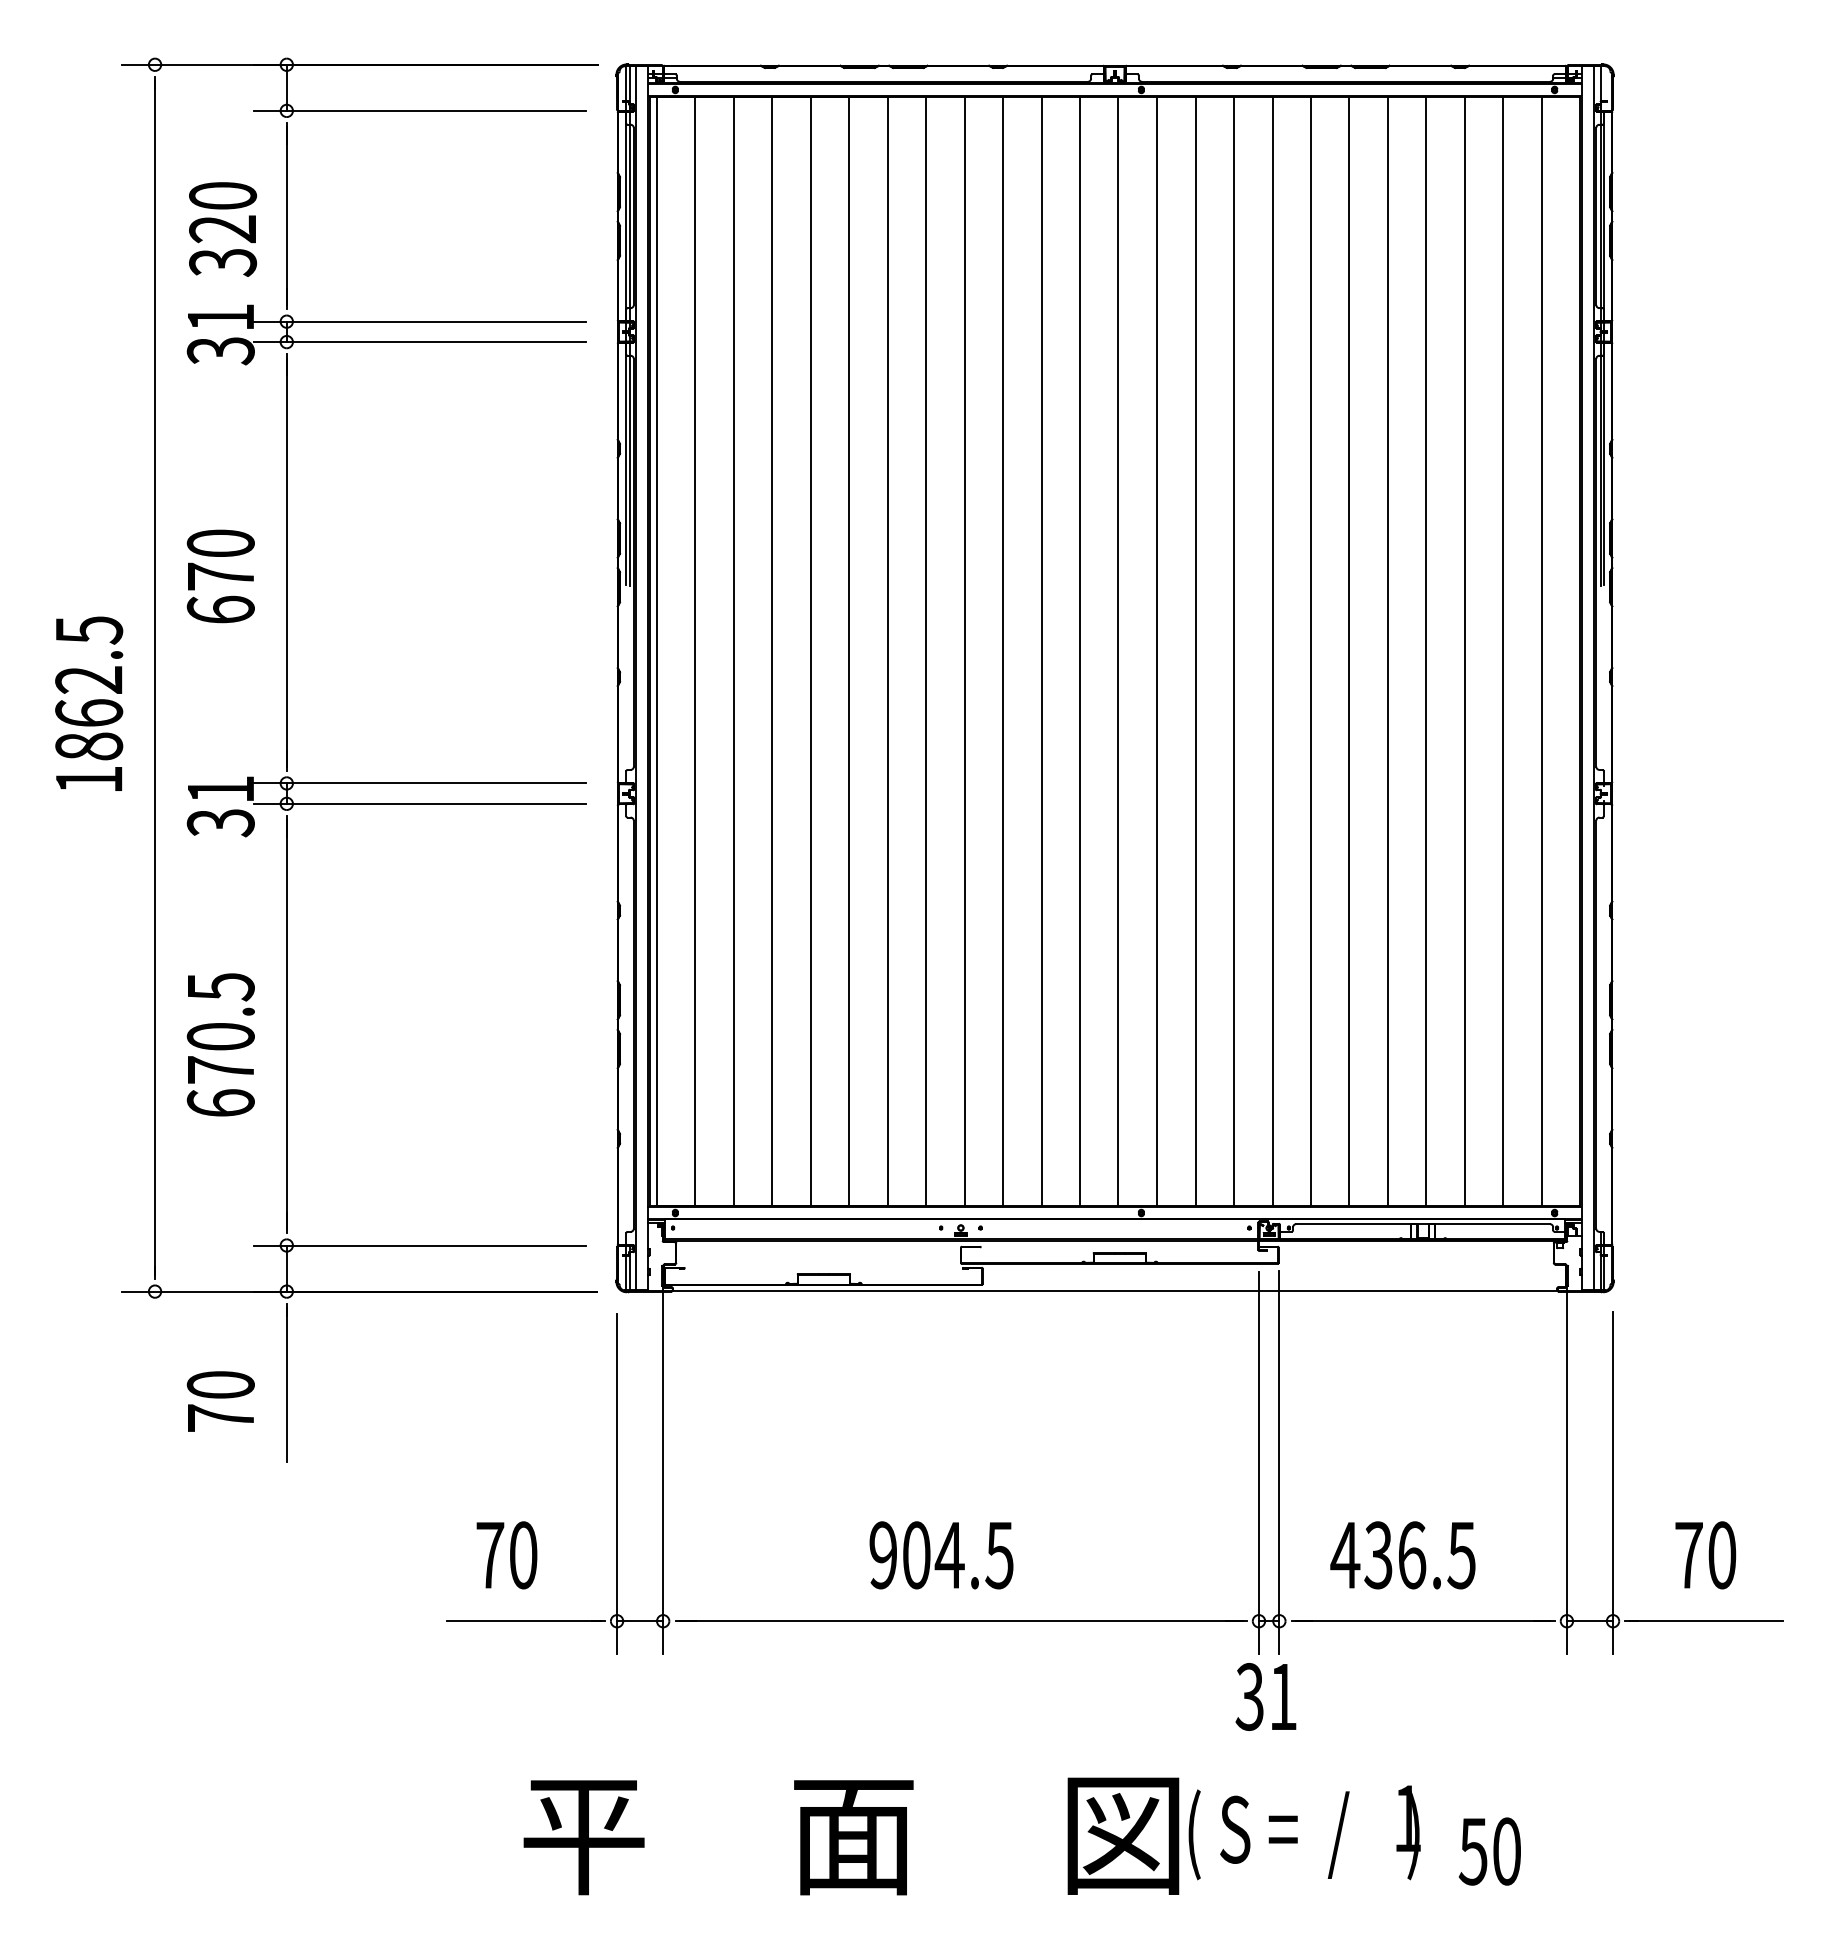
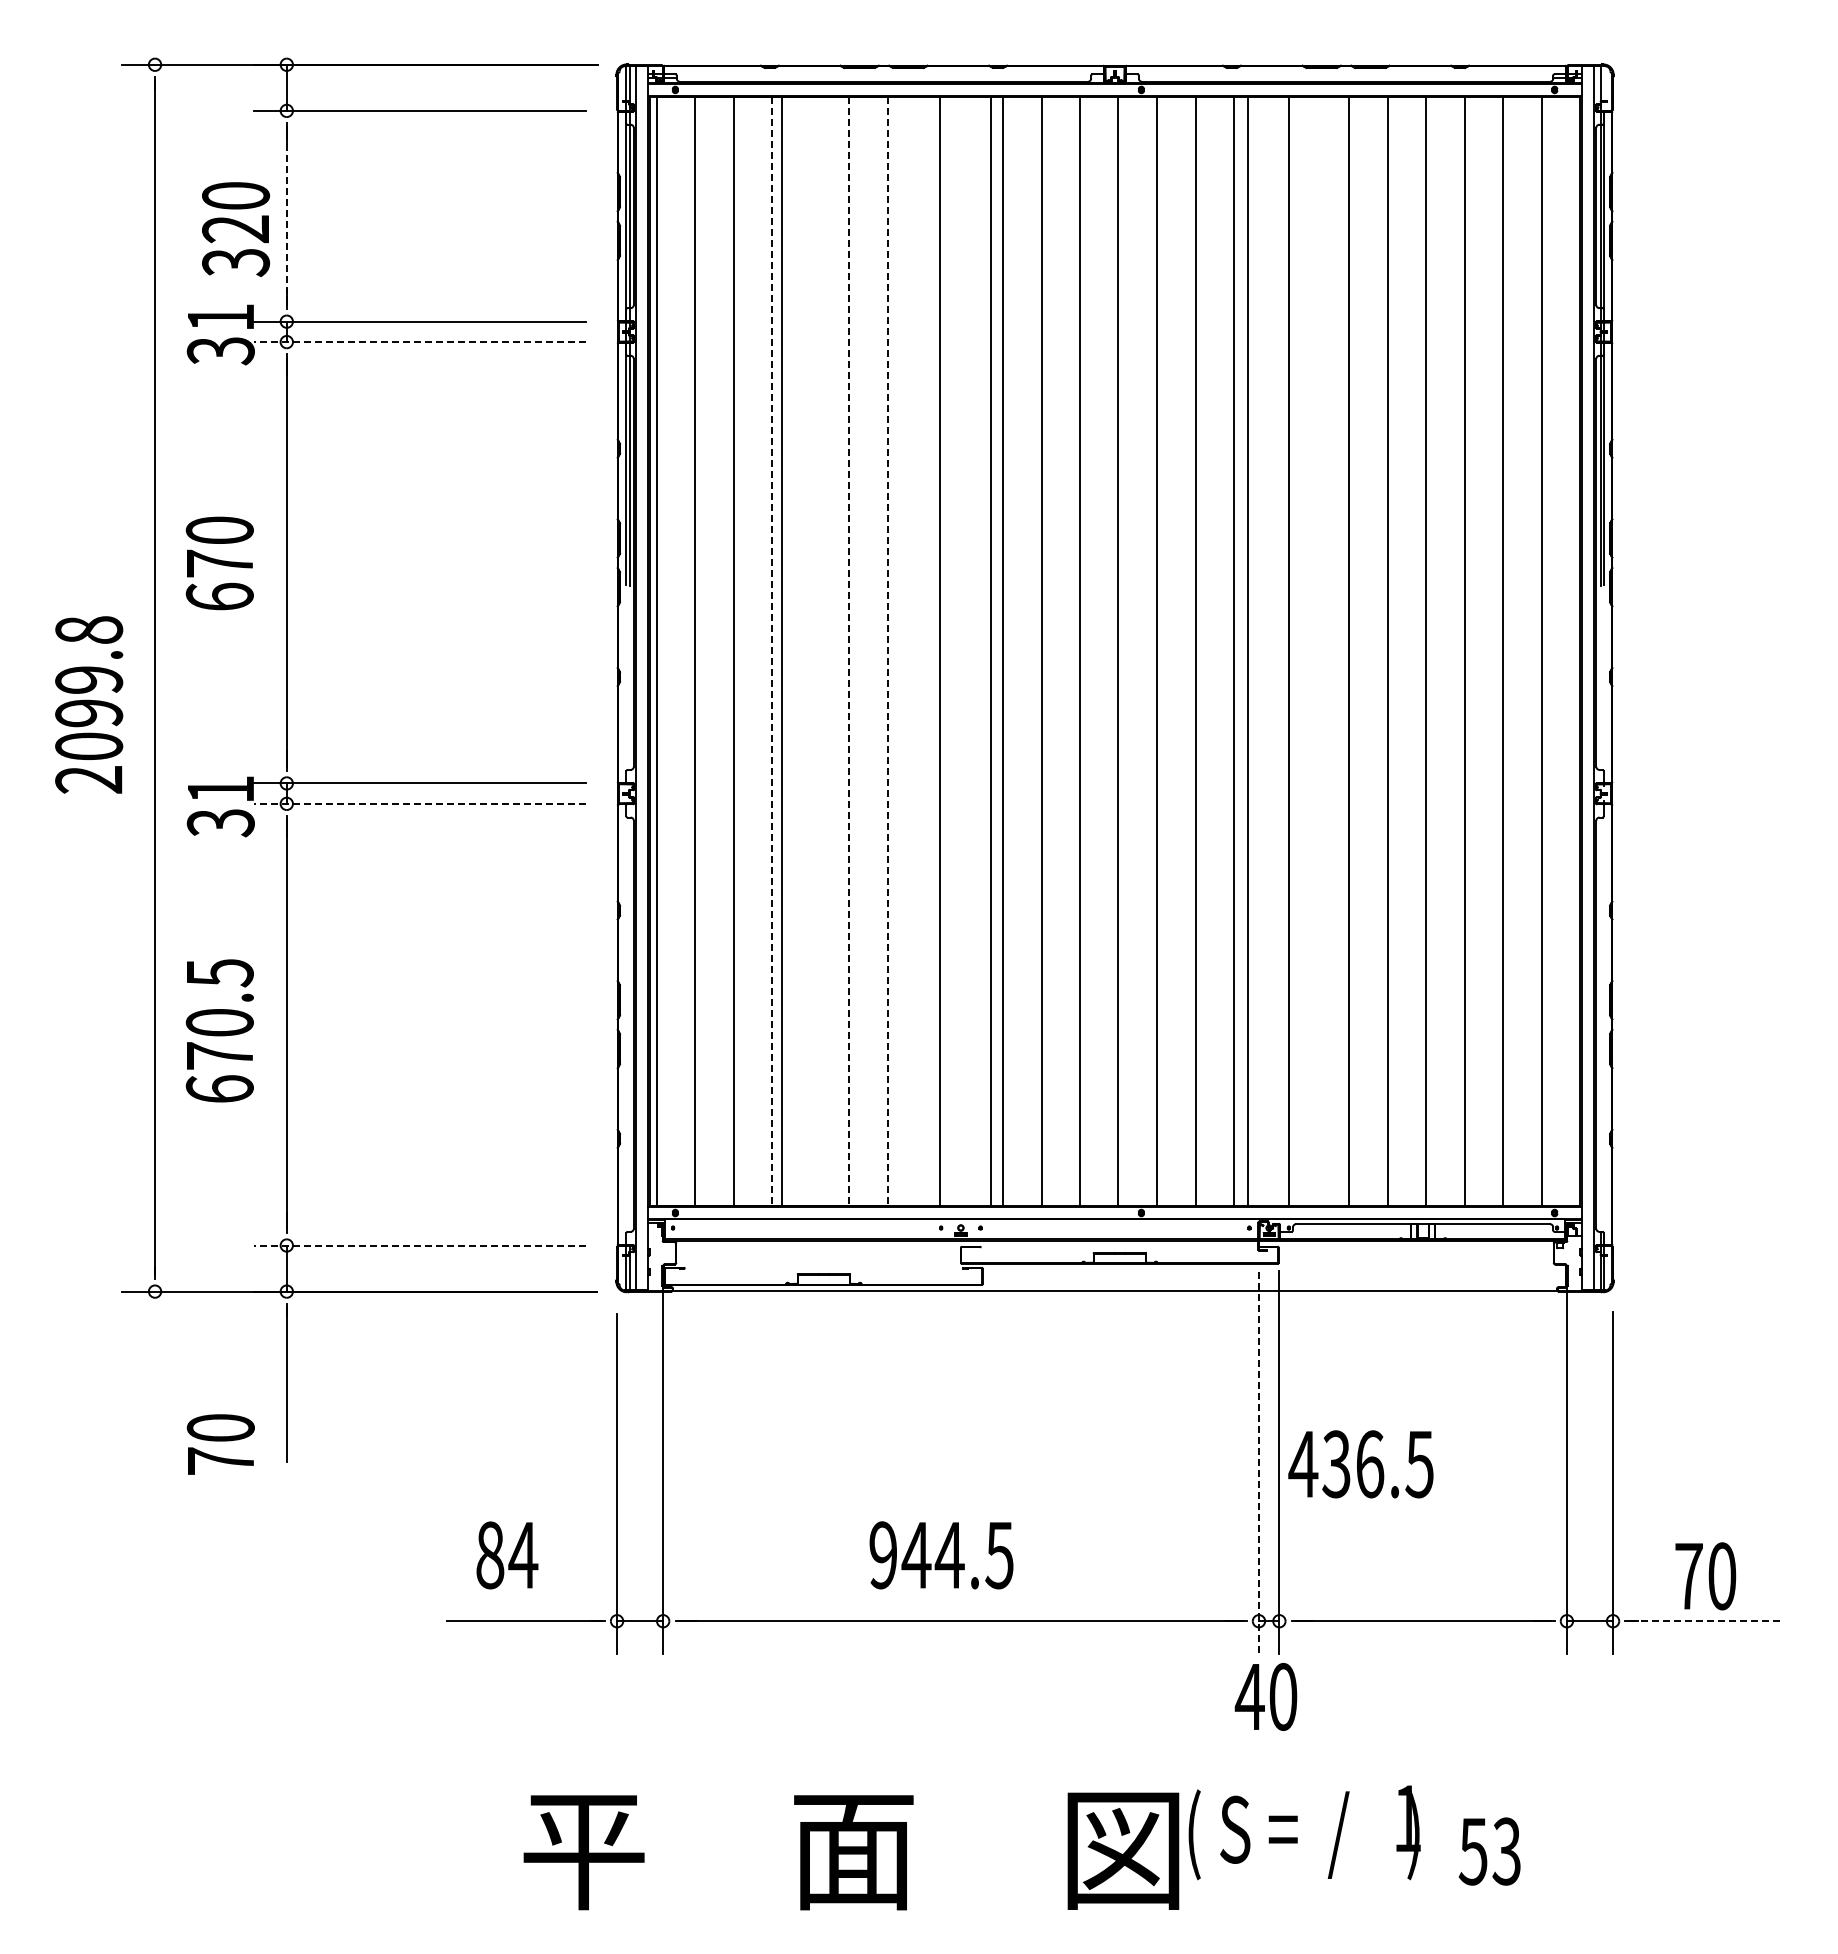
line at (286, 216): solid -> dashed
text at (223, 229) position: (223, 229) -> (236, 229)
line at (419, 342): solid -> dashed
text at (220, 576) position: (220, 576) -> (219, 563)
line at (772, 651): solid -> dashed
line at (810, 651) position: (810, 651) -> (781, 651)
line at (849, 651): solid -> dashed
line at (887, 651): solid -> dashed
line at (926, 651) position: (926, 651) -> (940, 651)
line at (964, 651) position: (964, 651) -> (990, 651)
line at (1272, 651) position: (1272, 651) -> (1247, 651)
line at (1311, 651) position: (1311, 651) -> (1289, 651)
text at (89, 704): 1862.5 -> 2099.8
line at (419, 803): solid -> dashed
text at (220, 1044) position: (220, 1044) -> (219, 1030)
line at (419, 1245): solid -> dashed
text at (220, 1401) position: (220, 1401) -> (220, 1444)
line at (1258, 1463): solid -> dashed
text at (507, 1555): 70 -> 84
text at (916, 1555): 904.5 -> 944.5
text at (1402, 1555) position: (1402, 1555) -> (1360, 1464)
text at (1705, 1555) position: (1705, 1555) -> (1705, 1576)
line at (1706, 1621): solid -> dashed
text at (1265, 1696): 31 -> 40
text at (851, 1836) position: (851, 1836) -> (851, 1851)
text at (1506, 1851): 50 -> 53
